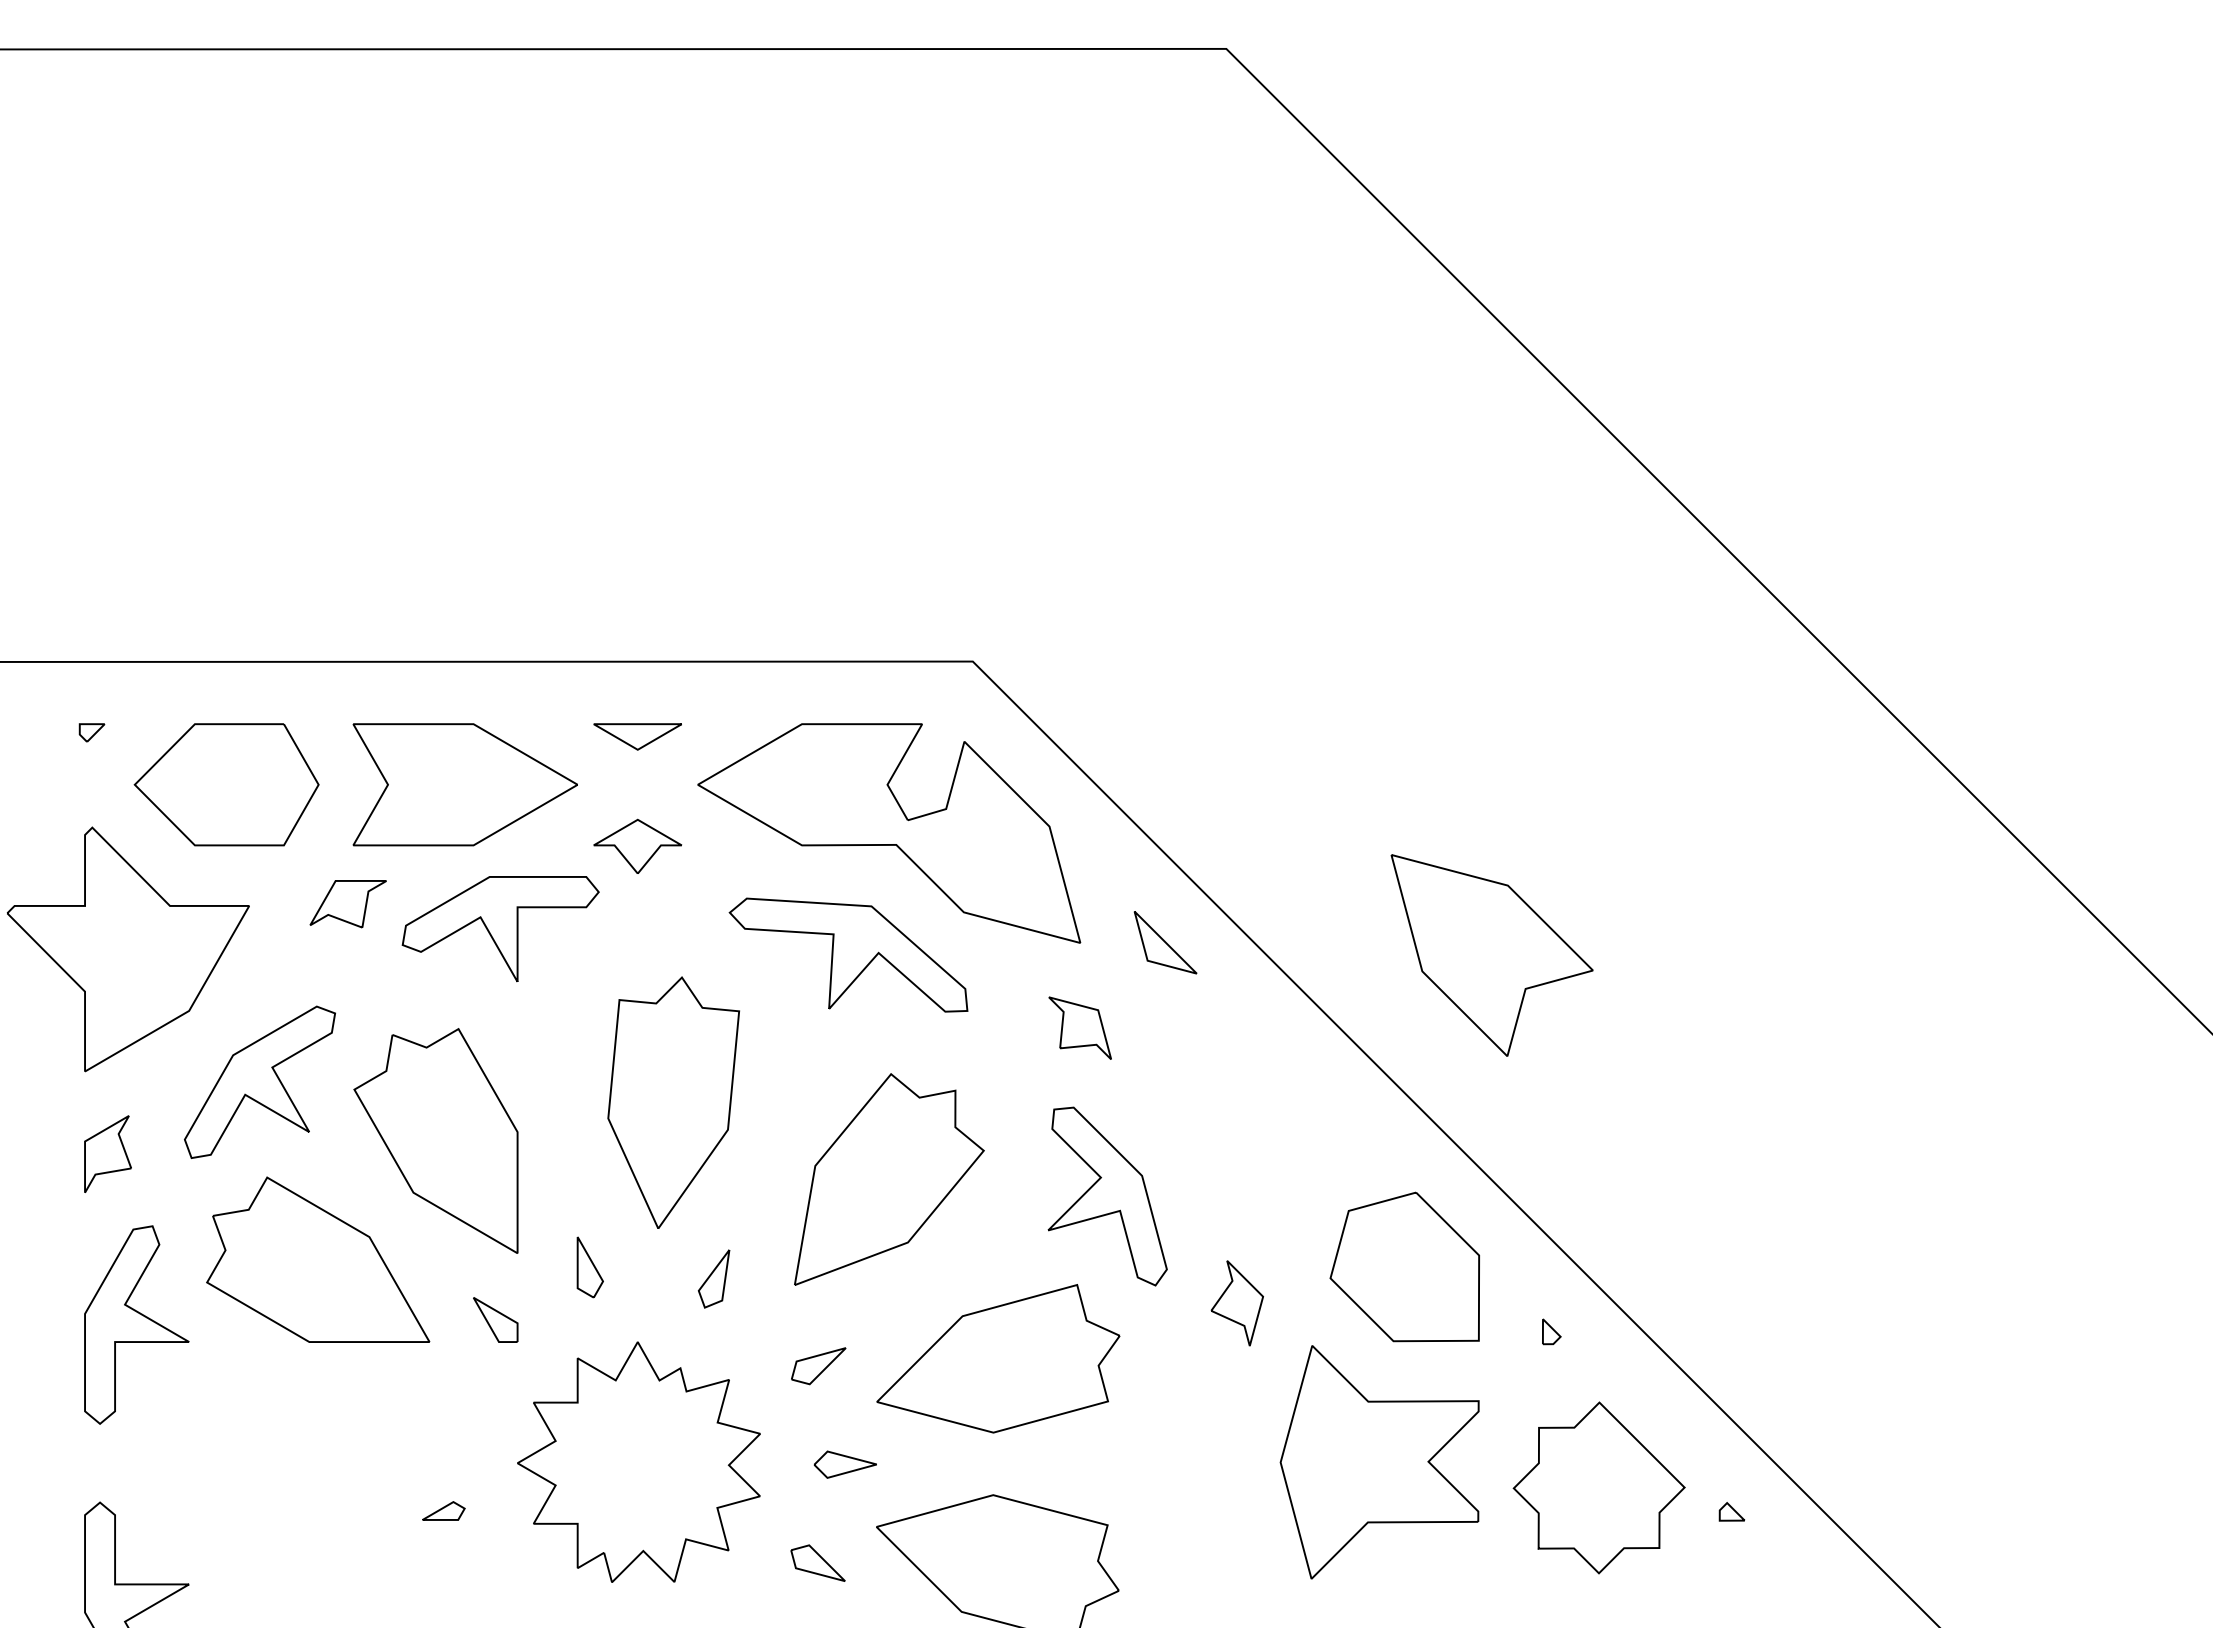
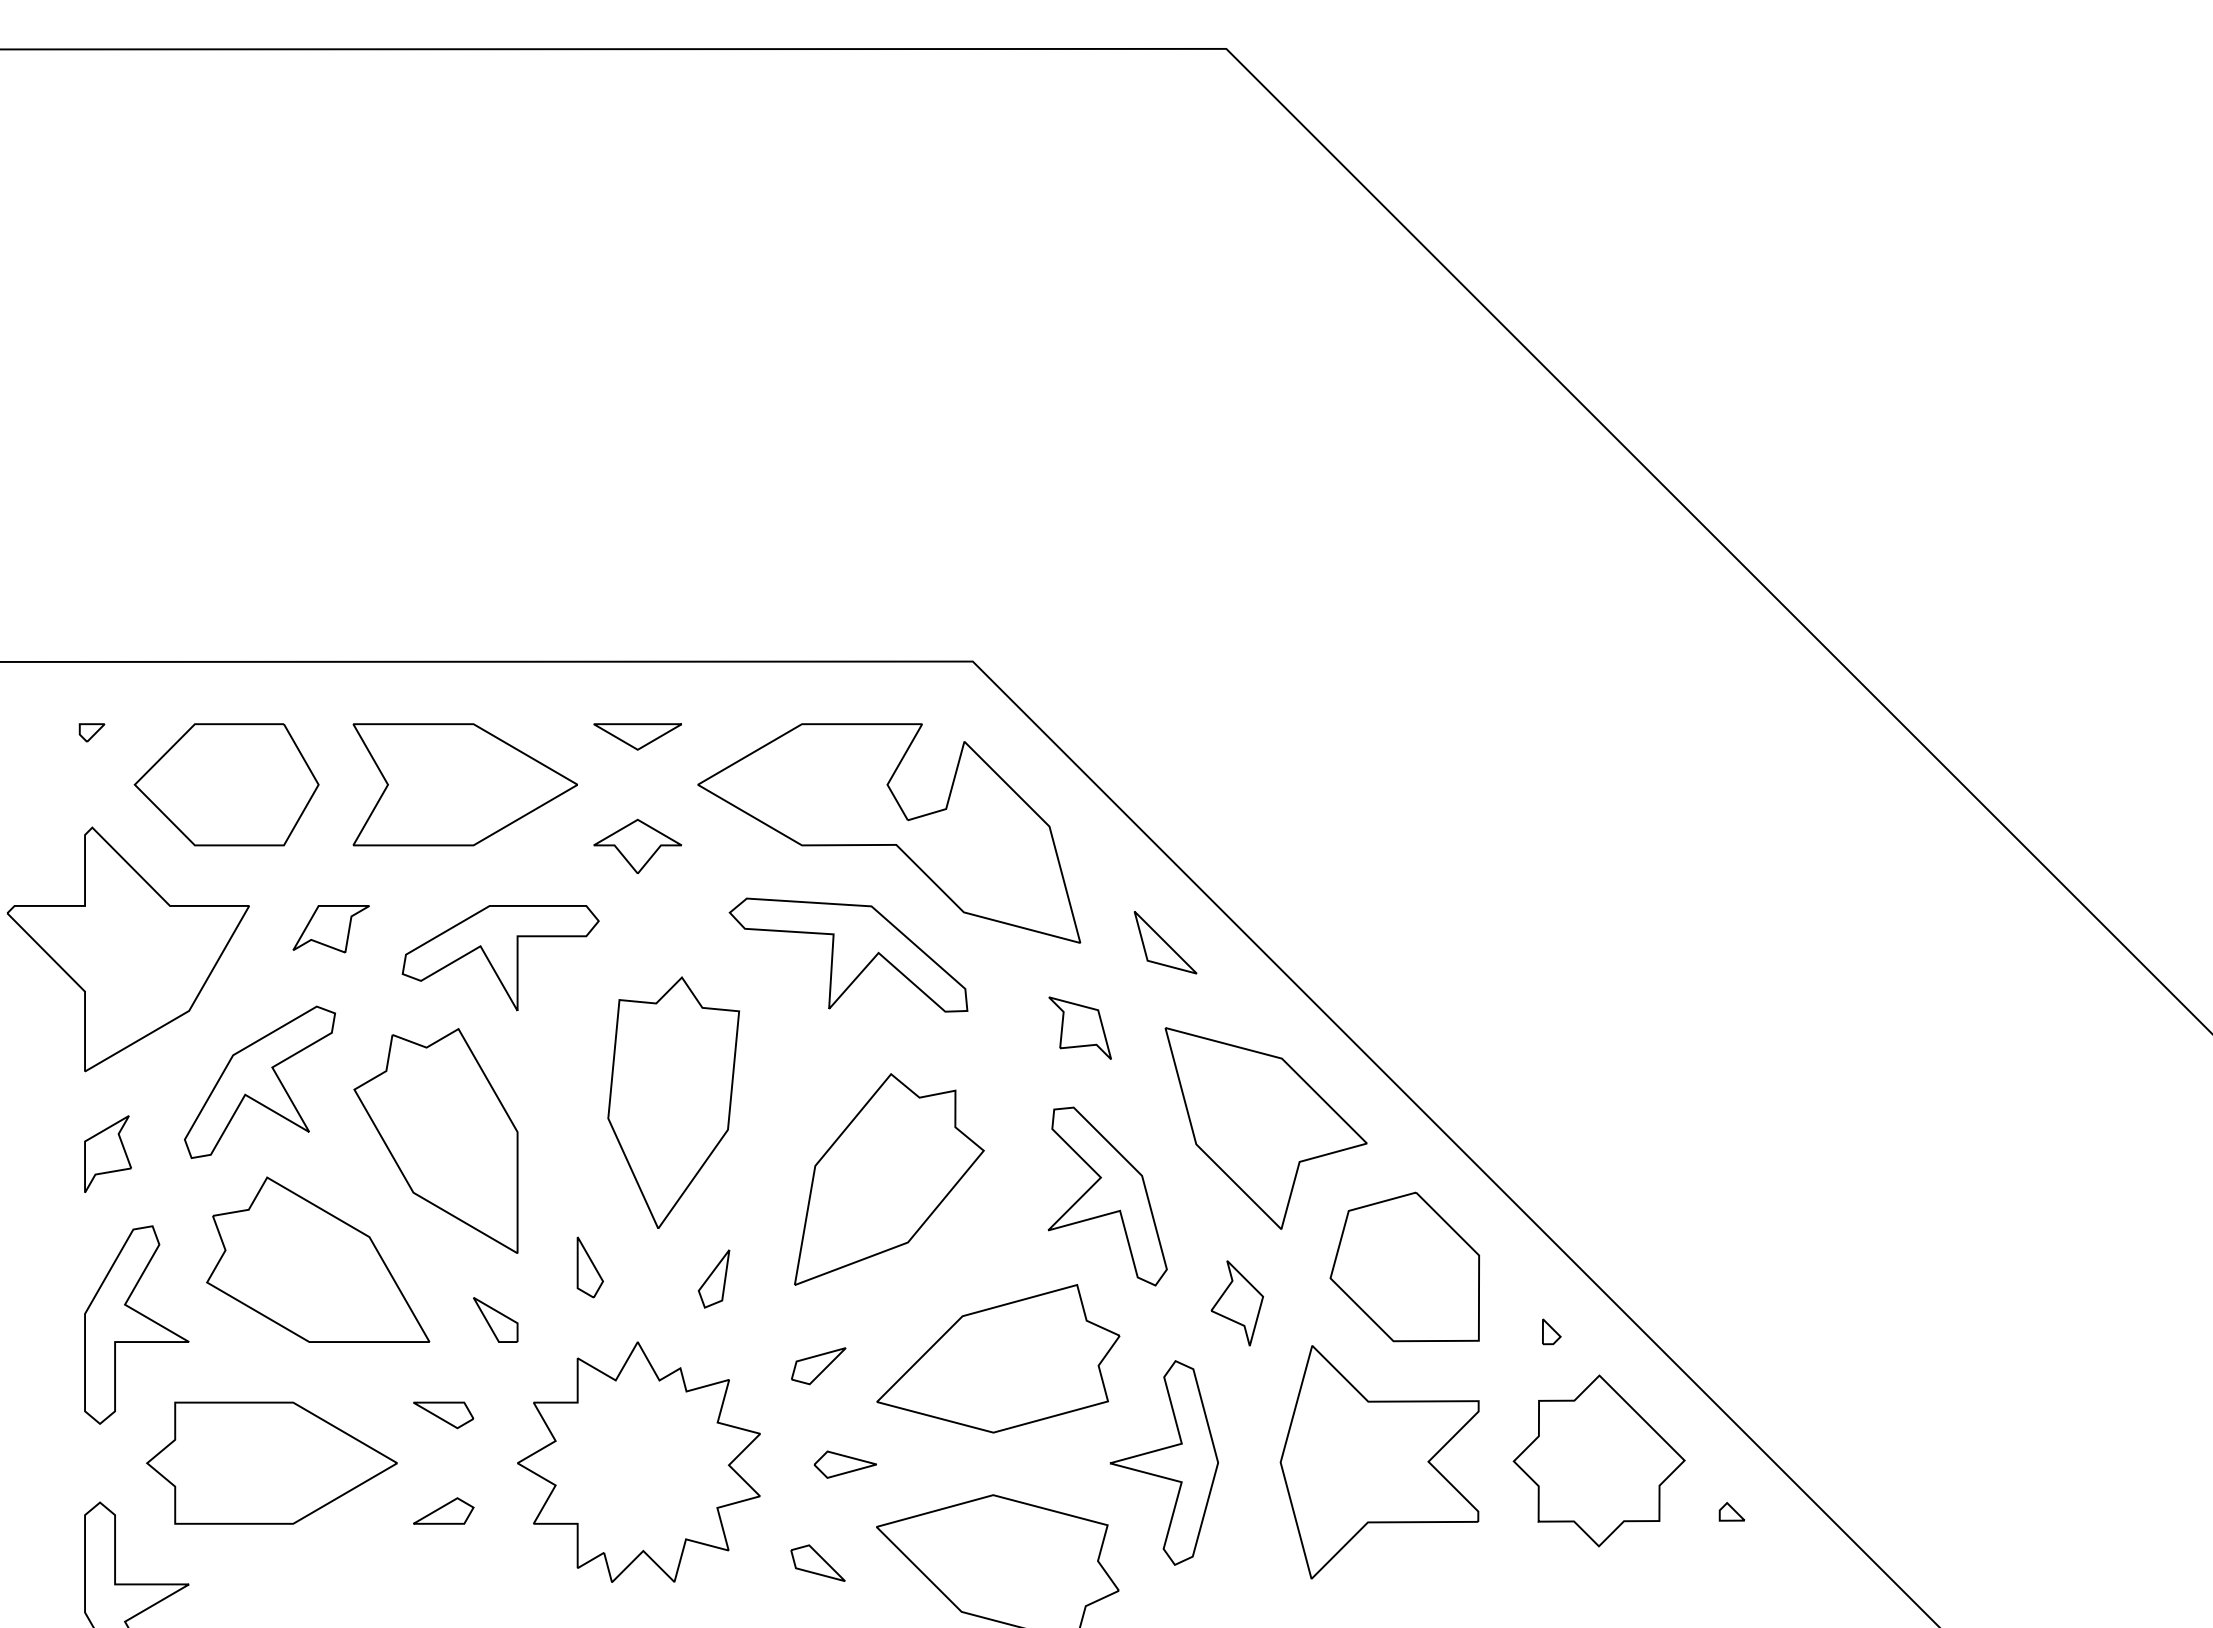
part at (347, 904) position: (347, 904) -> (330, 929)
part at (500, 929) position: (500, 929) -> (500, 958)
part at (1491, 955) position: (1491, 955) -> (1265, 1128)
part at (443, 1415): none -> present
part at (271, 1462): none -> present
part at (1163, 1462): none -> present
part at (1598, 1487) position: (1598, 1487) -> (1598, 1460)
part at (443, 1510) size: 44x20 px -> 62x28 px
